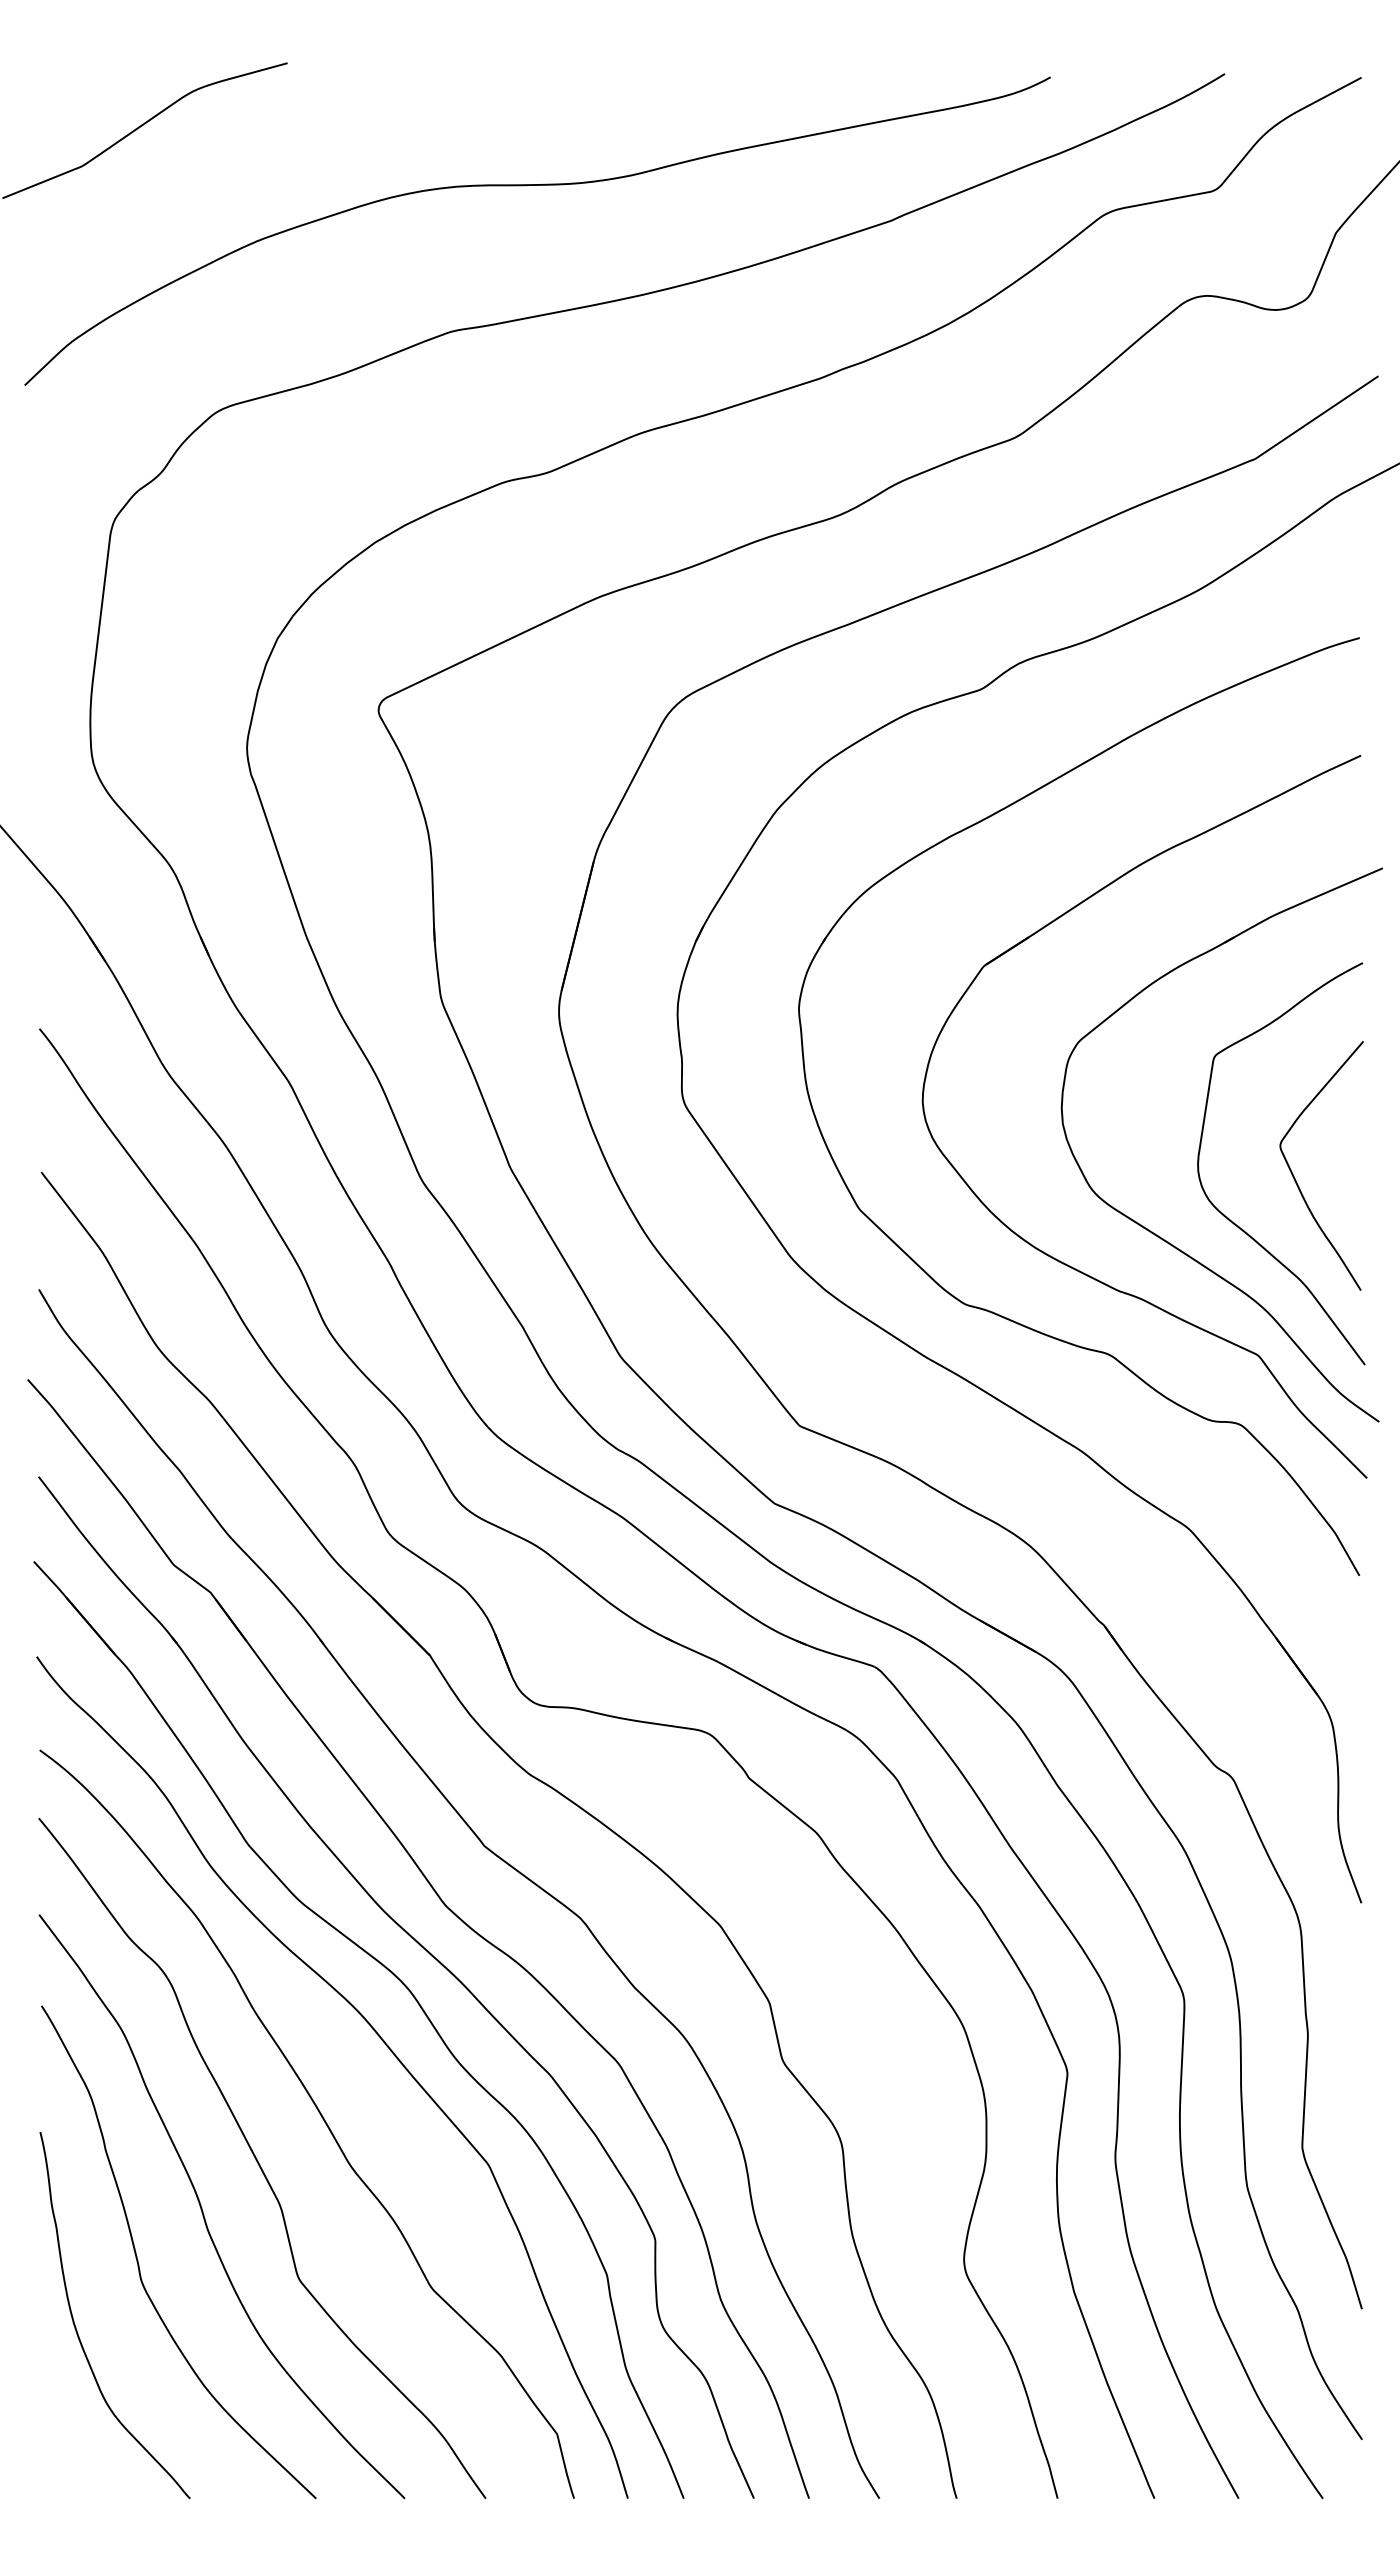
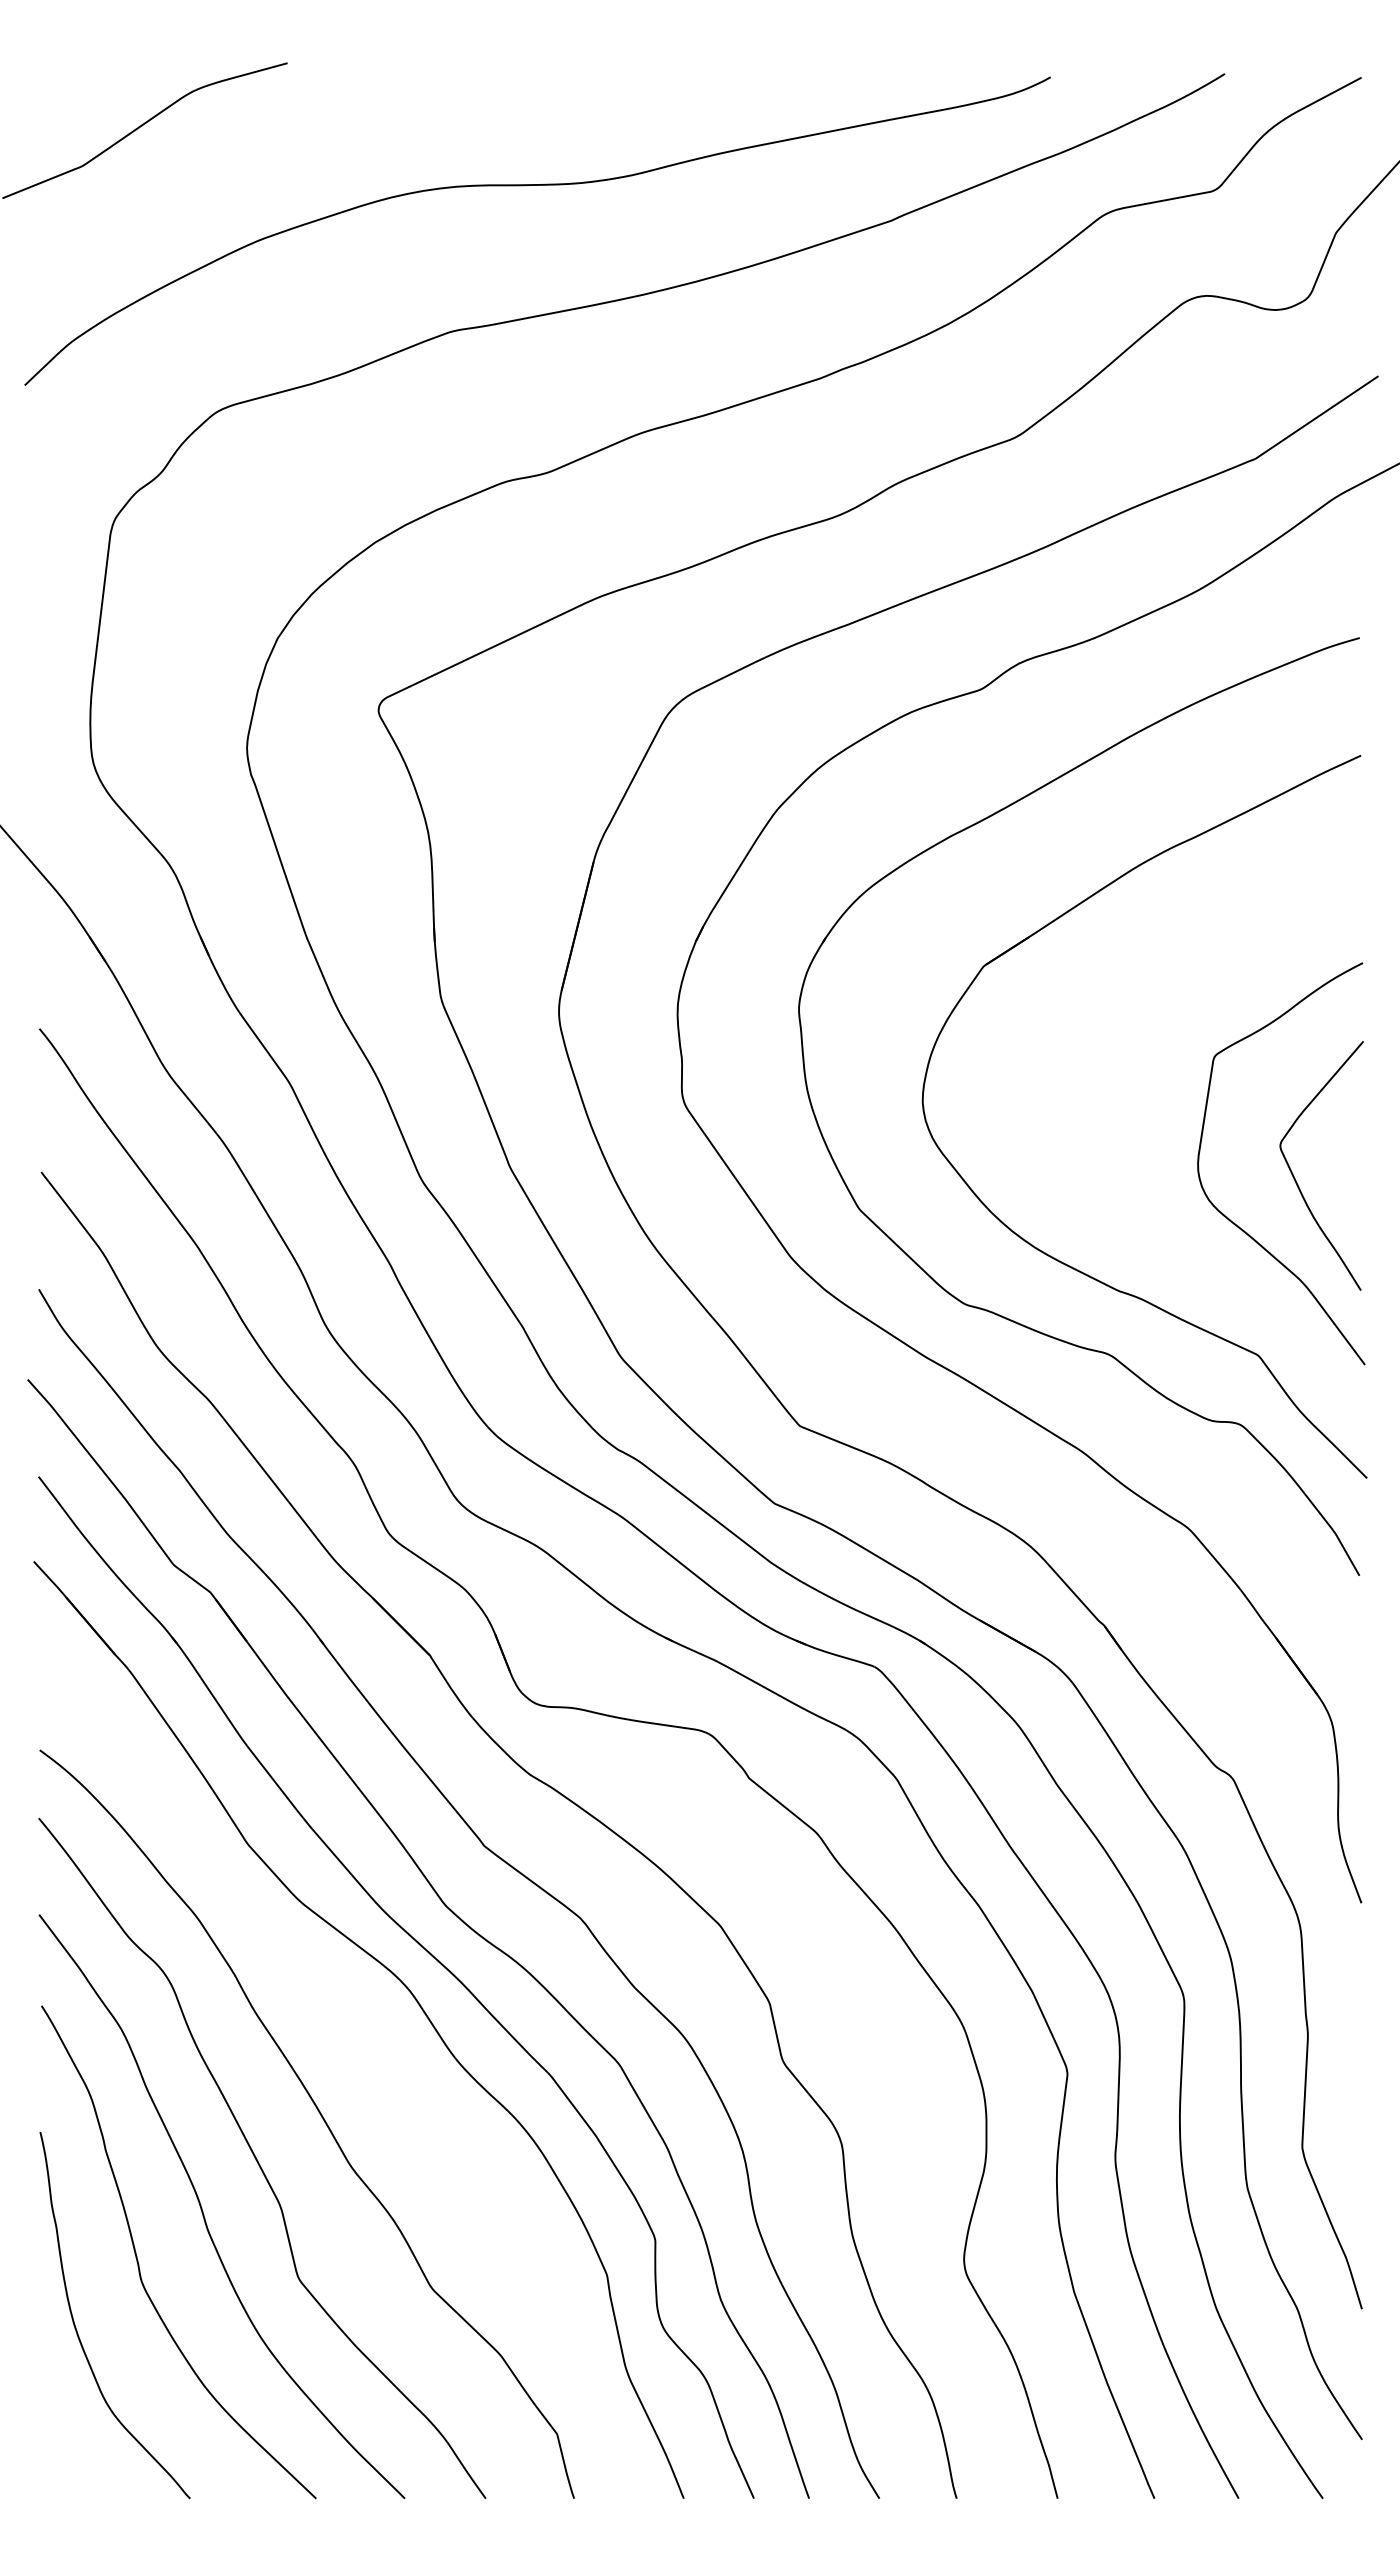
part at (1160, 1236): present -> none
curve at (381, 2040): present -> none
